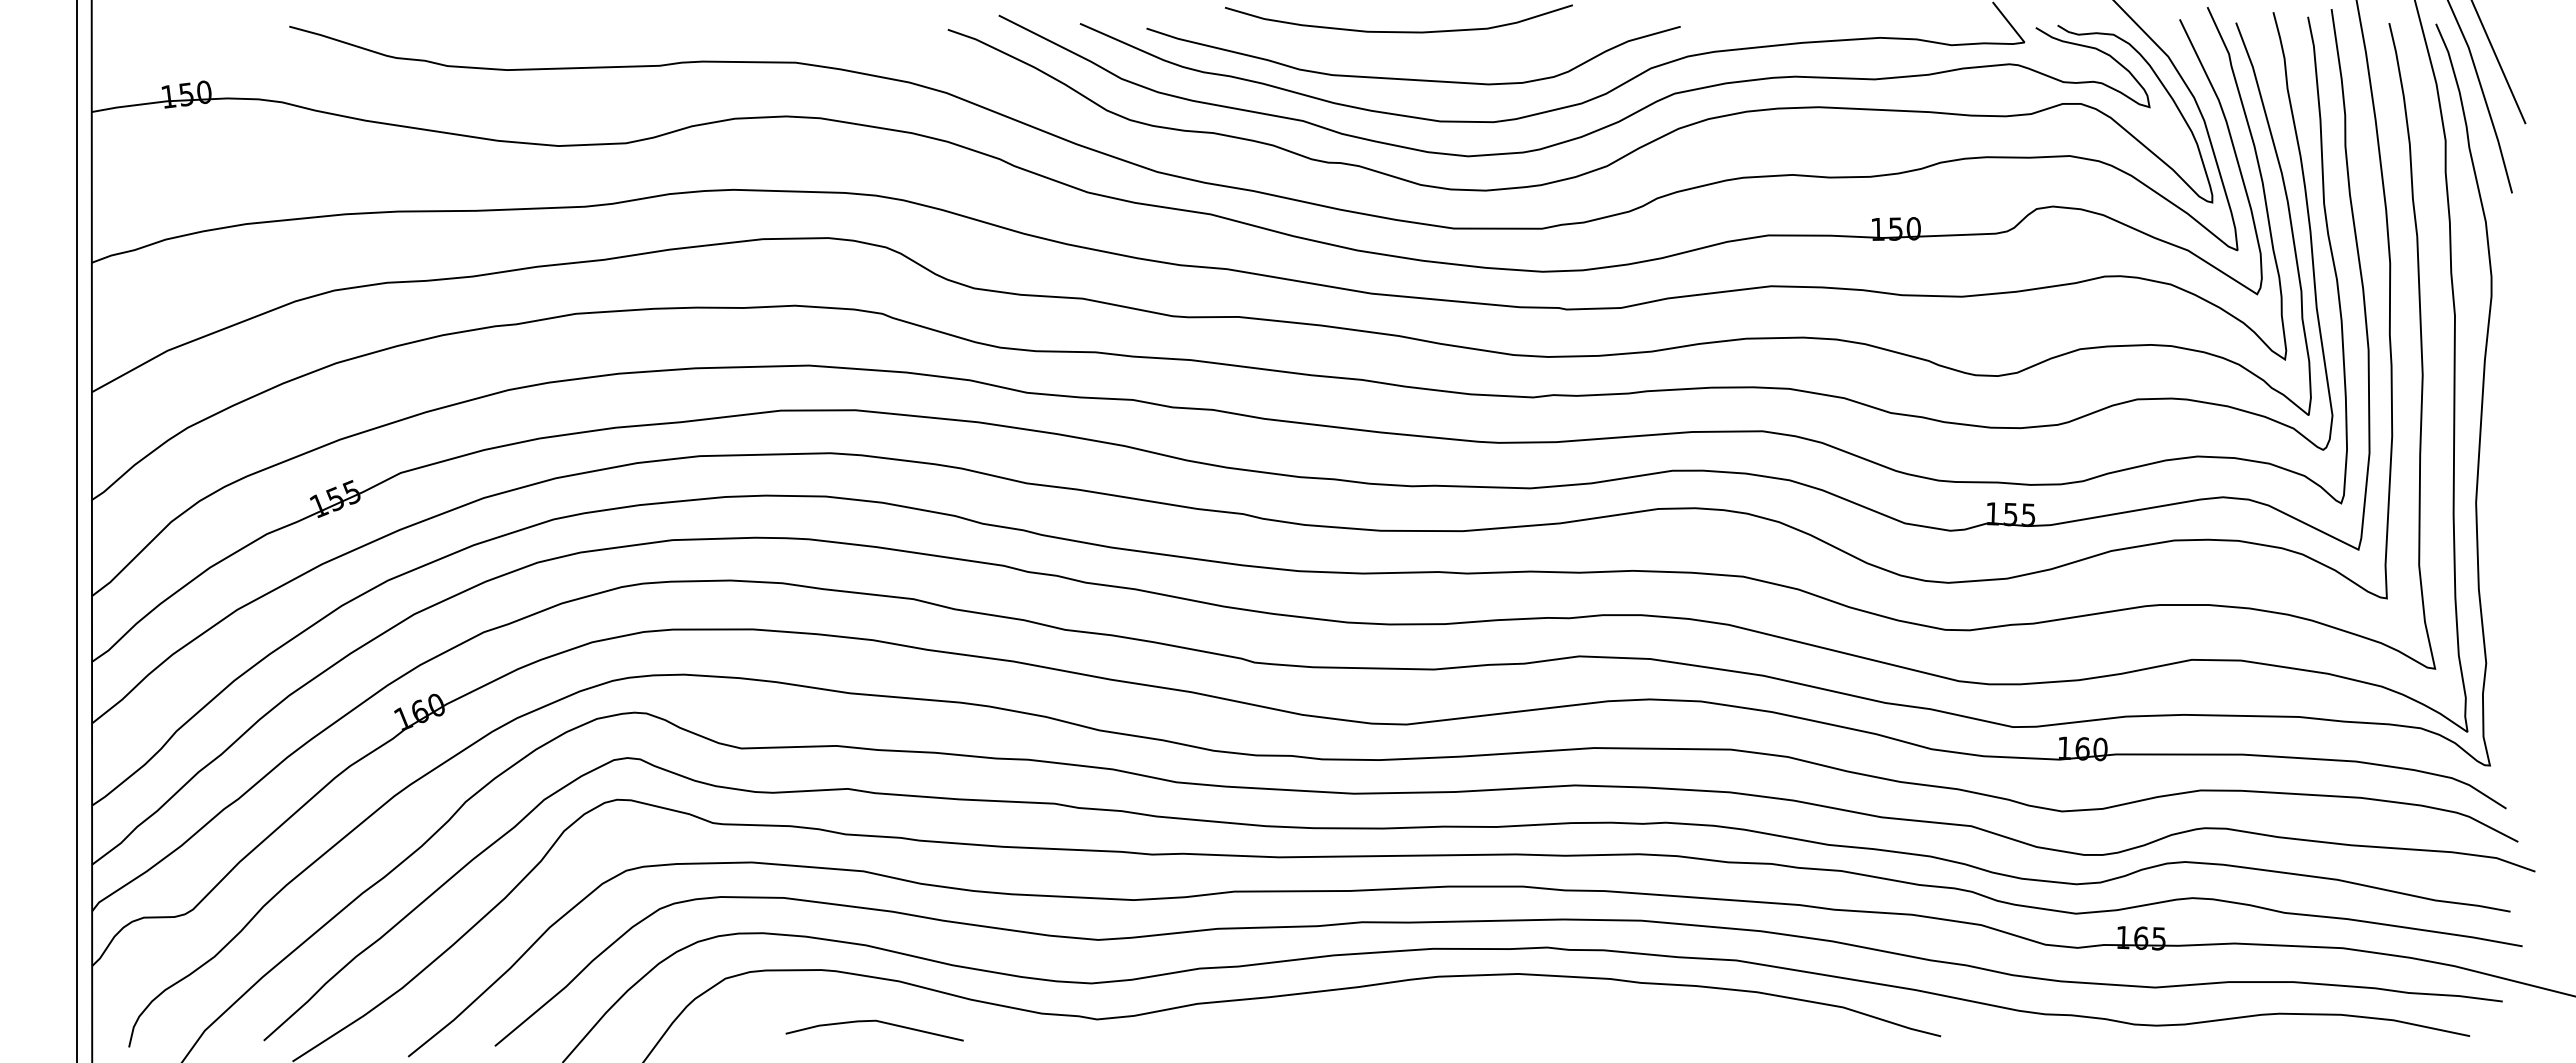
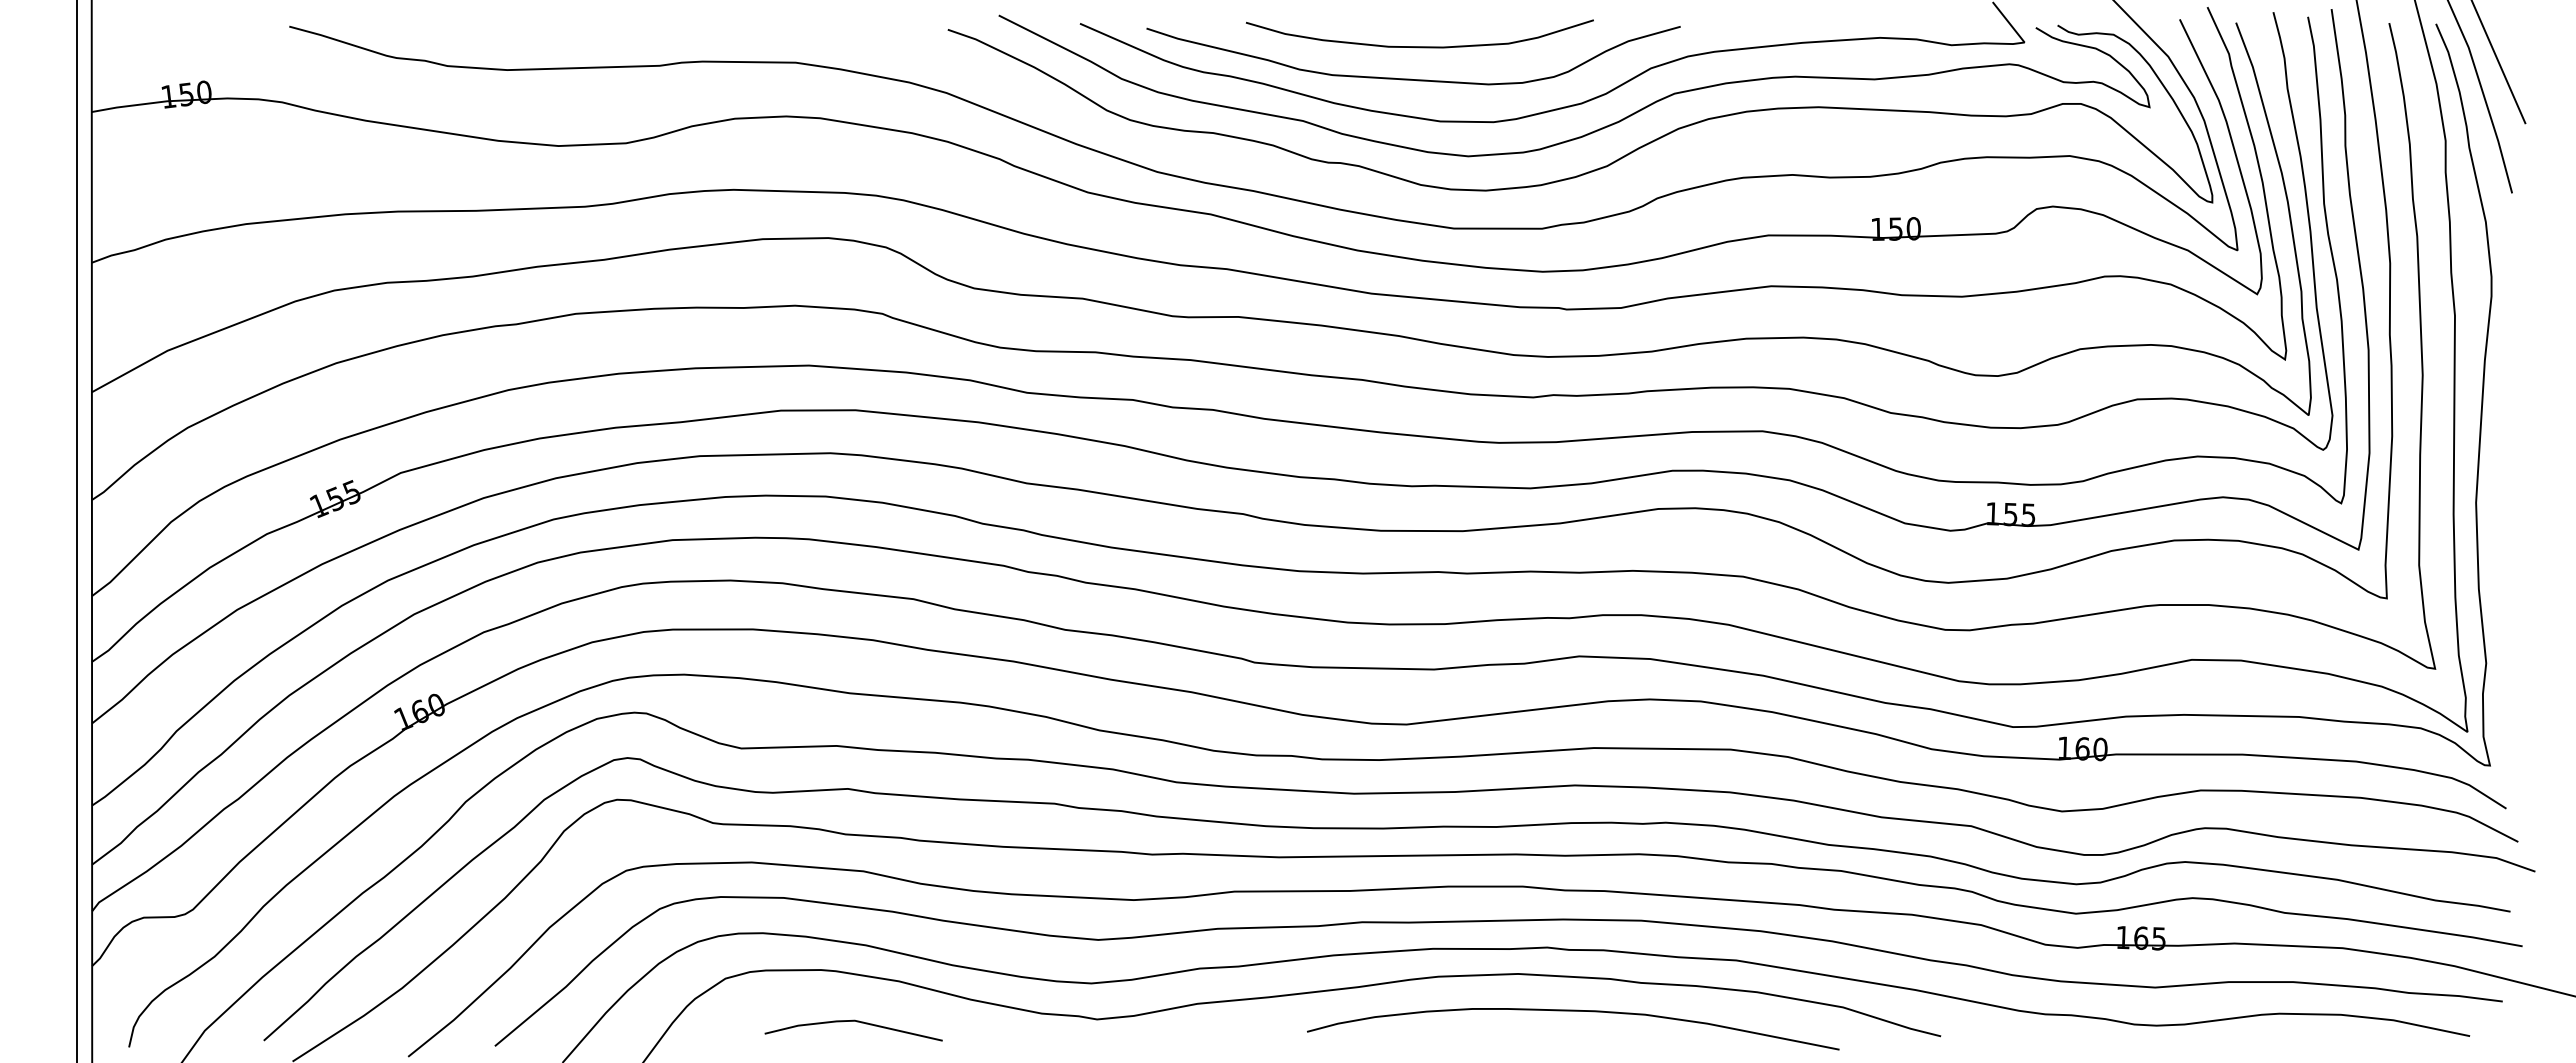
curve at (1398, 31) position: (1398, 31) -> (1419, 46)
curve at (1573, 1011): none -> present
line at (878, 1022) position: (878, 1022) -> (857, 1022)
